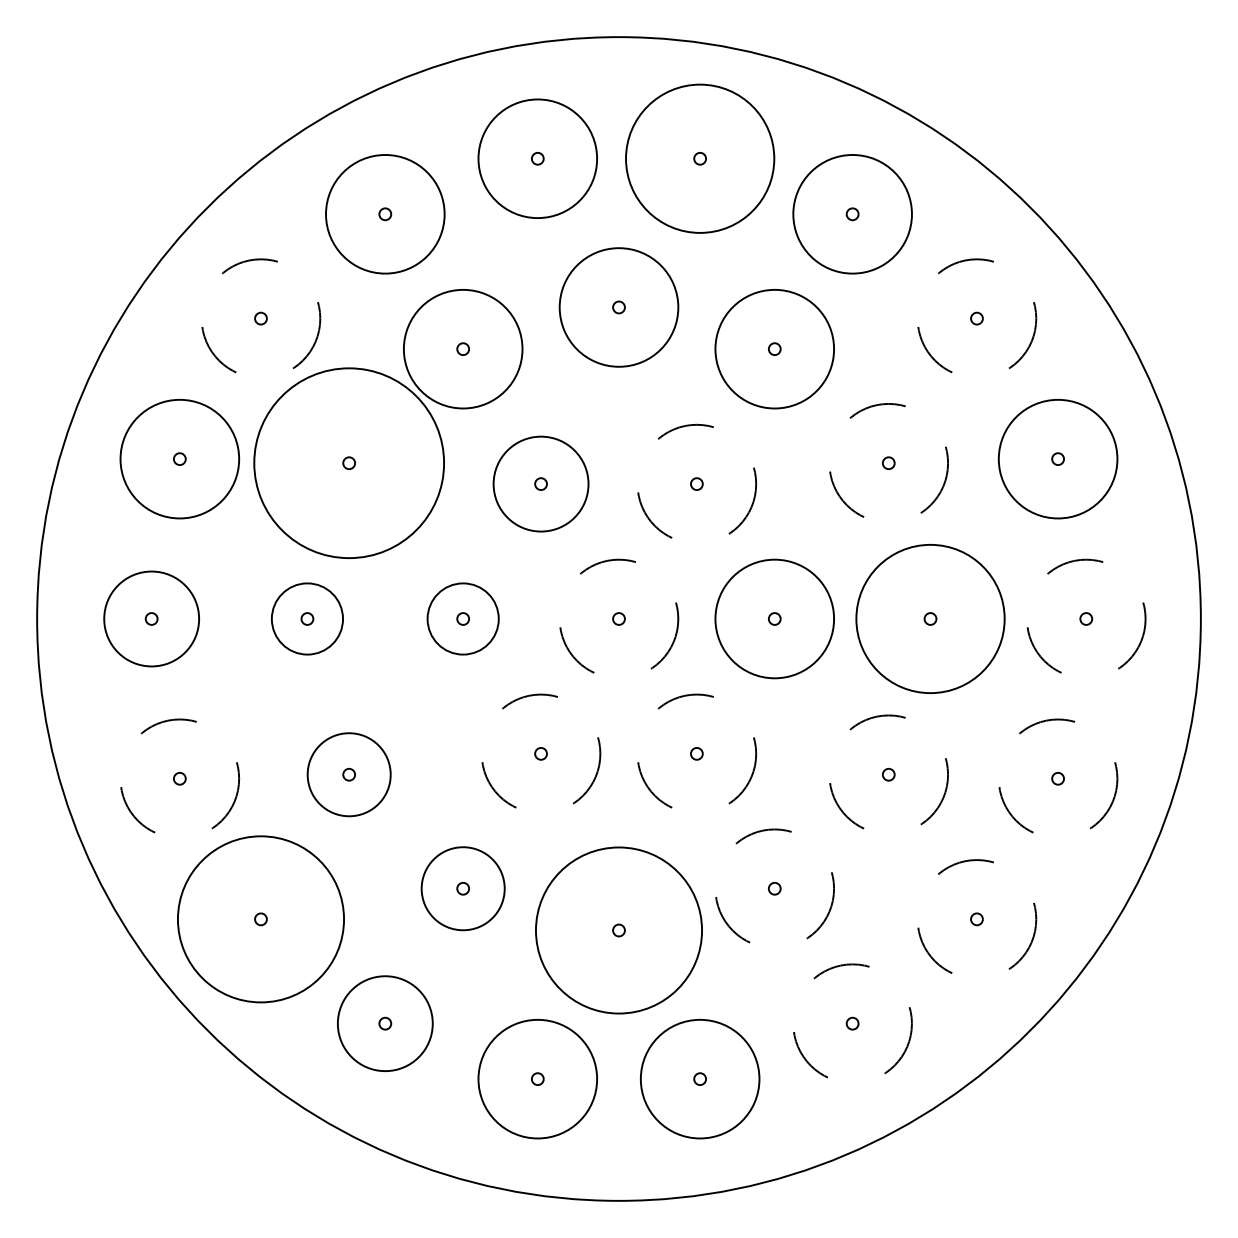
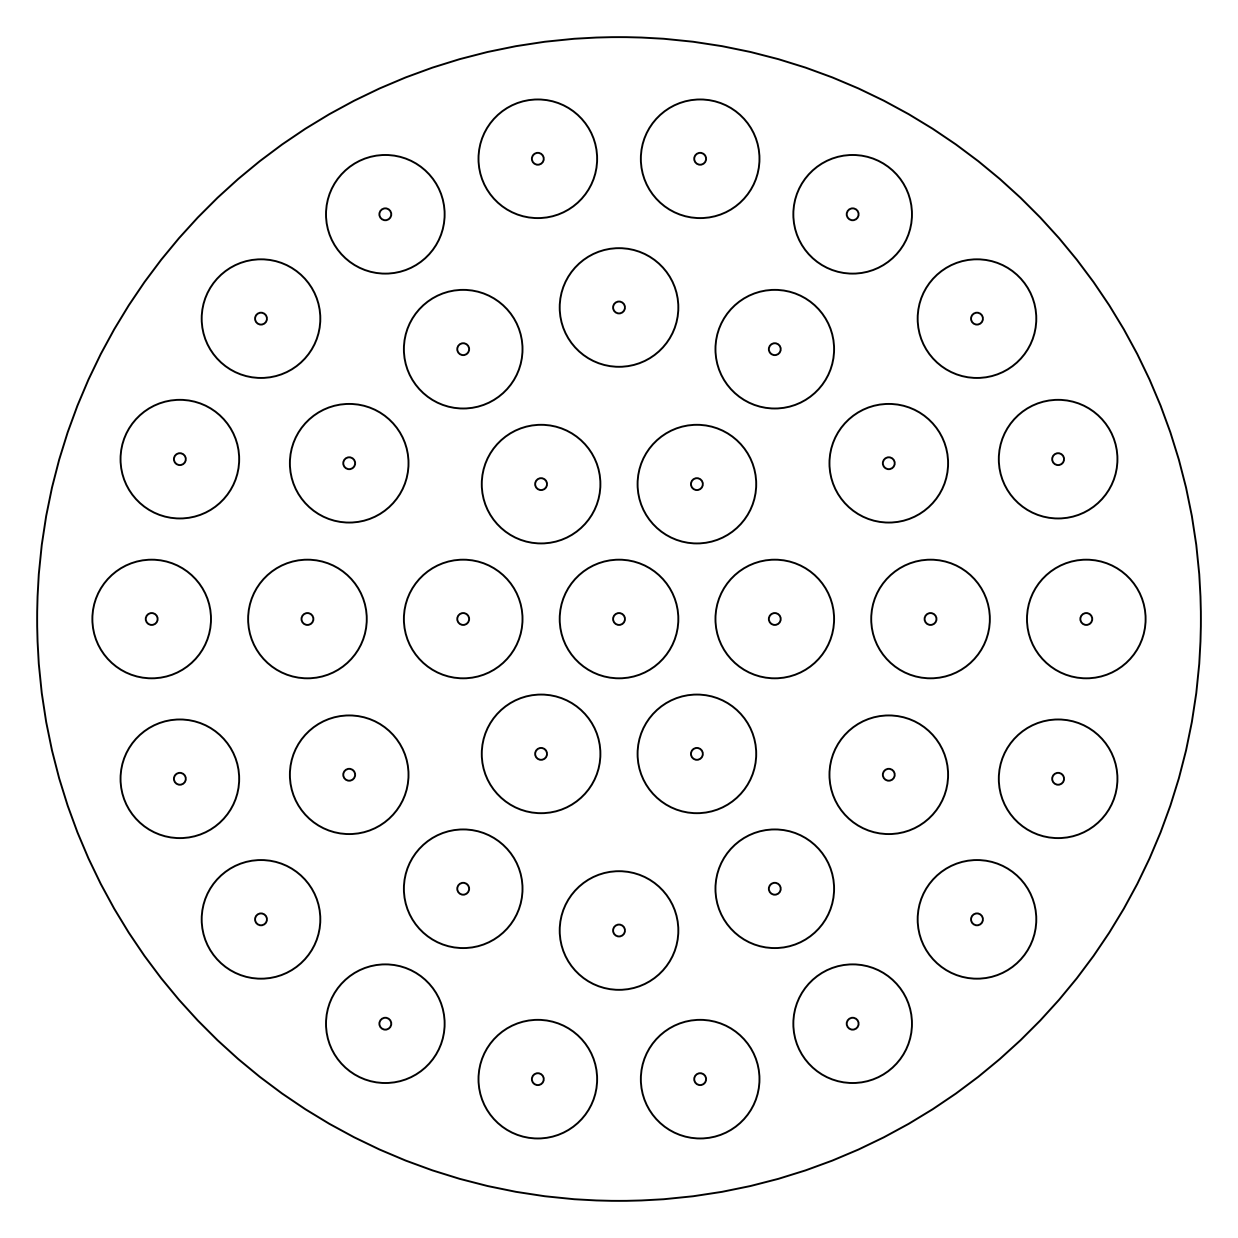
circle at (700, 158) diameter: 148 px -> 119 px
circle at (260, 318): dashed -> solid
circle at (976, 318): dashed -> solid
circle at (888, 462): dashed -> solid
circle at (349, 463) diameter: 190 px -> 119 px
circle at (540, 483) diameter: 95 px -> 119 px
circle at (696, 483): dashed -> solid
circle at (151, 618) diameter: 95 px -> 119 px
circle at (307, 618) diameter: 71 px -> 119 px
circle at (462, 618) diameter: 71 px -> 119 px
circle at (618, 618): dashed -> solid
circle at (930, 618) diameter: 148 px -> 119 px
circle at (1085, 618): dashed -> solid
circle at (540, 753): dashed -> solid
circle at (696, 753): dashed -> solid
circle at (348, 774) diameter: 83 px -> 119 px
circle at (888, 774): dashed -> solid
circle at (179, 778): dashed -> solid
circle at (1057, 778): dashed -> solid
circle at (462, 888) diameter: 83 px -> 119 px
circle at (774, 888): dashed -> solid
circle at (260, 919) diameter: 166 px -> 119 px
circle at (976, 919): dashed -> solid
circle at (618, 930) diameter: 166 px -> 119 px
circle at (384, 1023) diameter: 95 px -> 119 px
circle at (852, 1023): dashed -> solid
